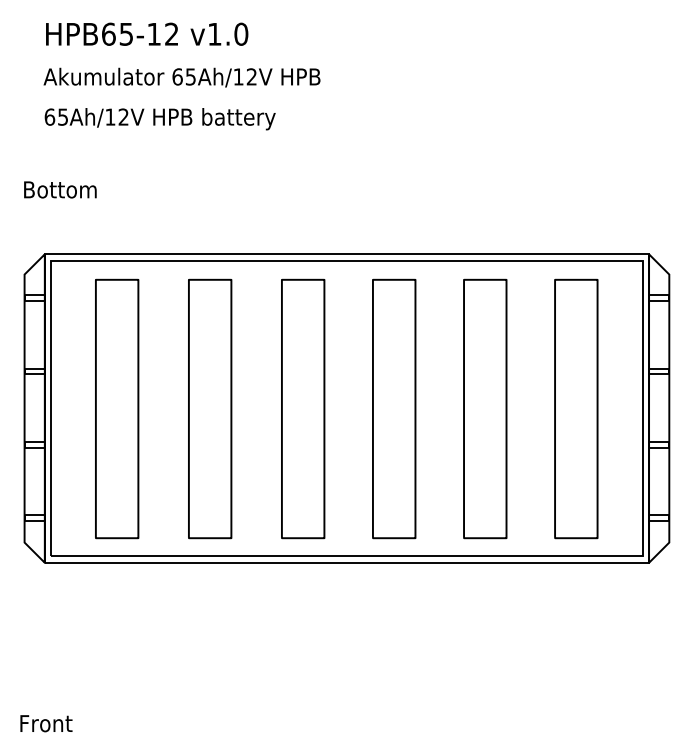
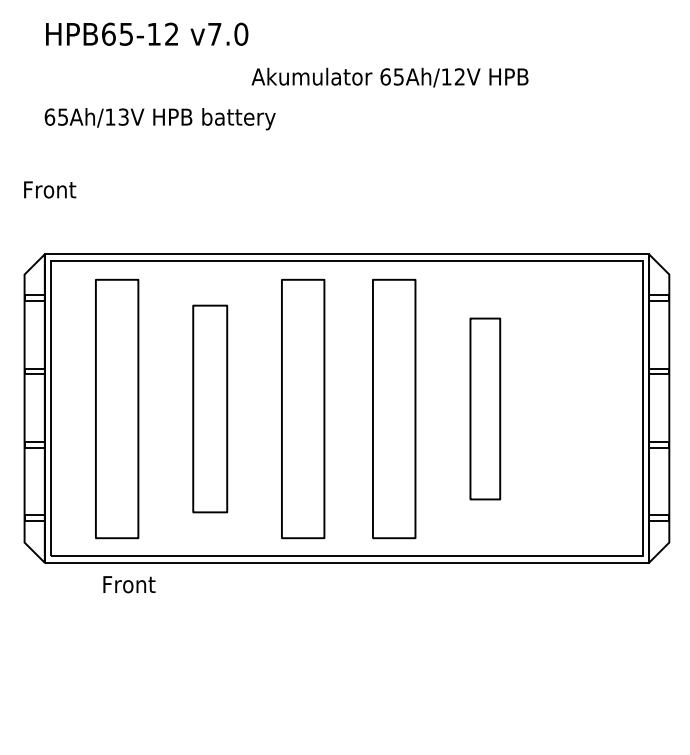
text at (214, 34): v1.0 -> v7.0
text at (181, 77) position: (181, 77) -> (389, 77)
text at (123, 116): Ah/12V -> Ah/13V
text at (61, 189): Bottom -> Front
part at (210, 408) size: 45x262 px -> 37x210 px
part at (485, 408) size: 45x262 px -> 33x184 px
part at (576, 408): present -> none
text at (46, 723) position: (46, 723) -> (129, 584)
